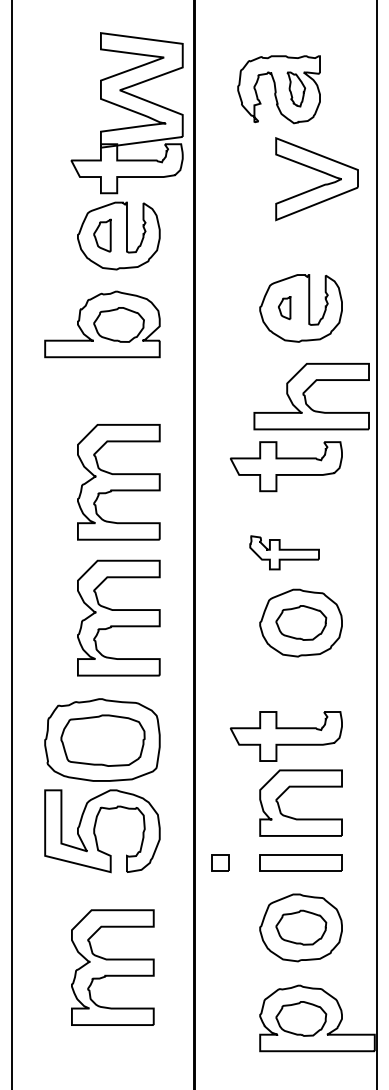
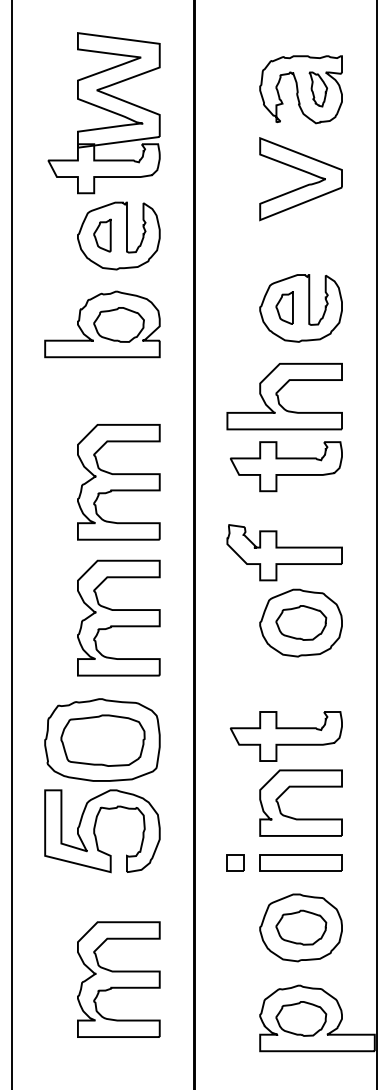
part at (278, 89) position: (278, 89) -> (300, 89)
part at (126, 113) position: (126, 113) -> (103, 113)
part at (319, 185) position: (319, 185) -> (303, 185)
part at (284, 308) size: 14x25 px -> 19x34 px
part at (311, 396) position: (311, 396) -> (284, 396)
part at (284, 552) size: 71x36 px -> 117x58 px
part at (220, 862) position: (220, 862) -> (235, 862)
part at (112, 967) position: (112, 967) -> (118, 979)
